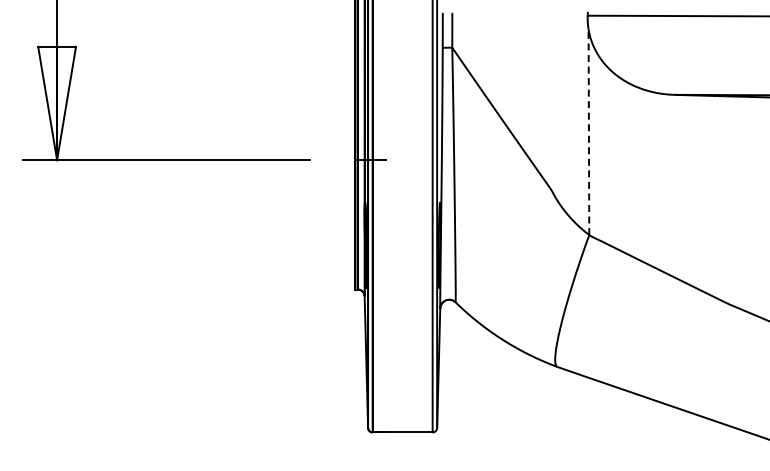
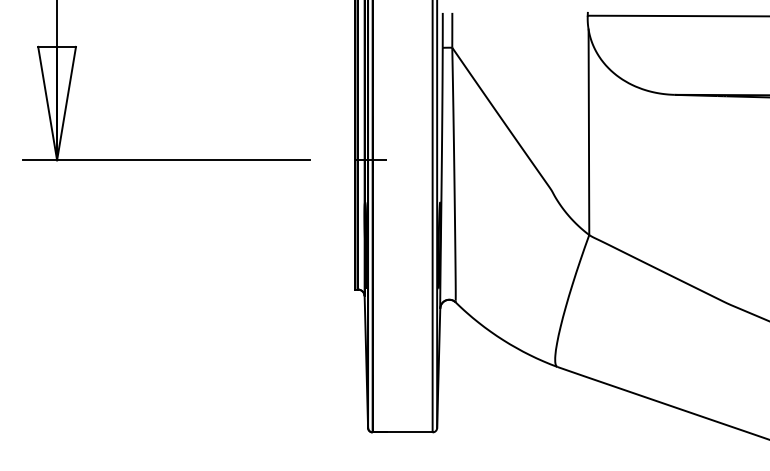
line at (588, 132): dashed -> solid
